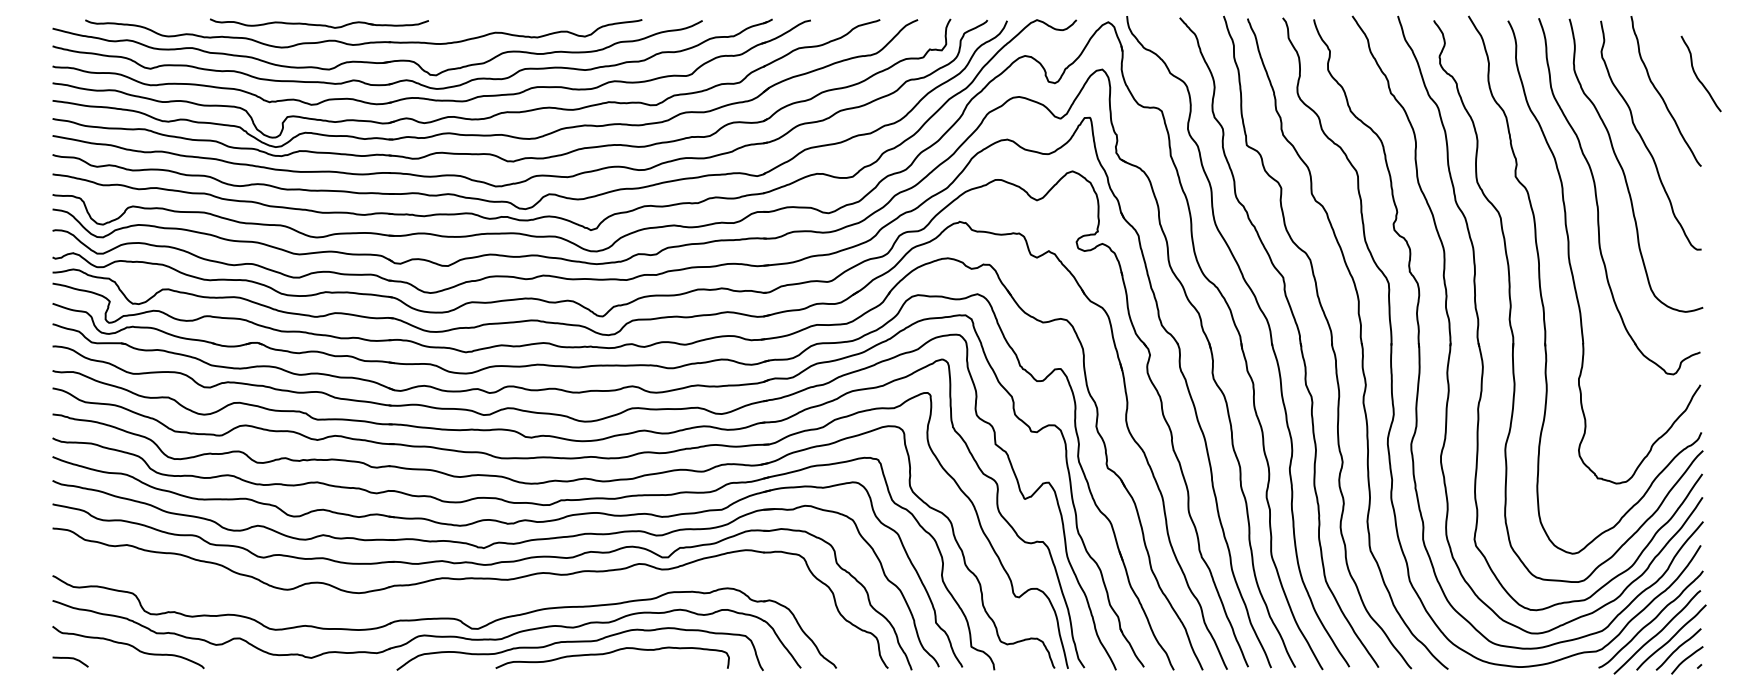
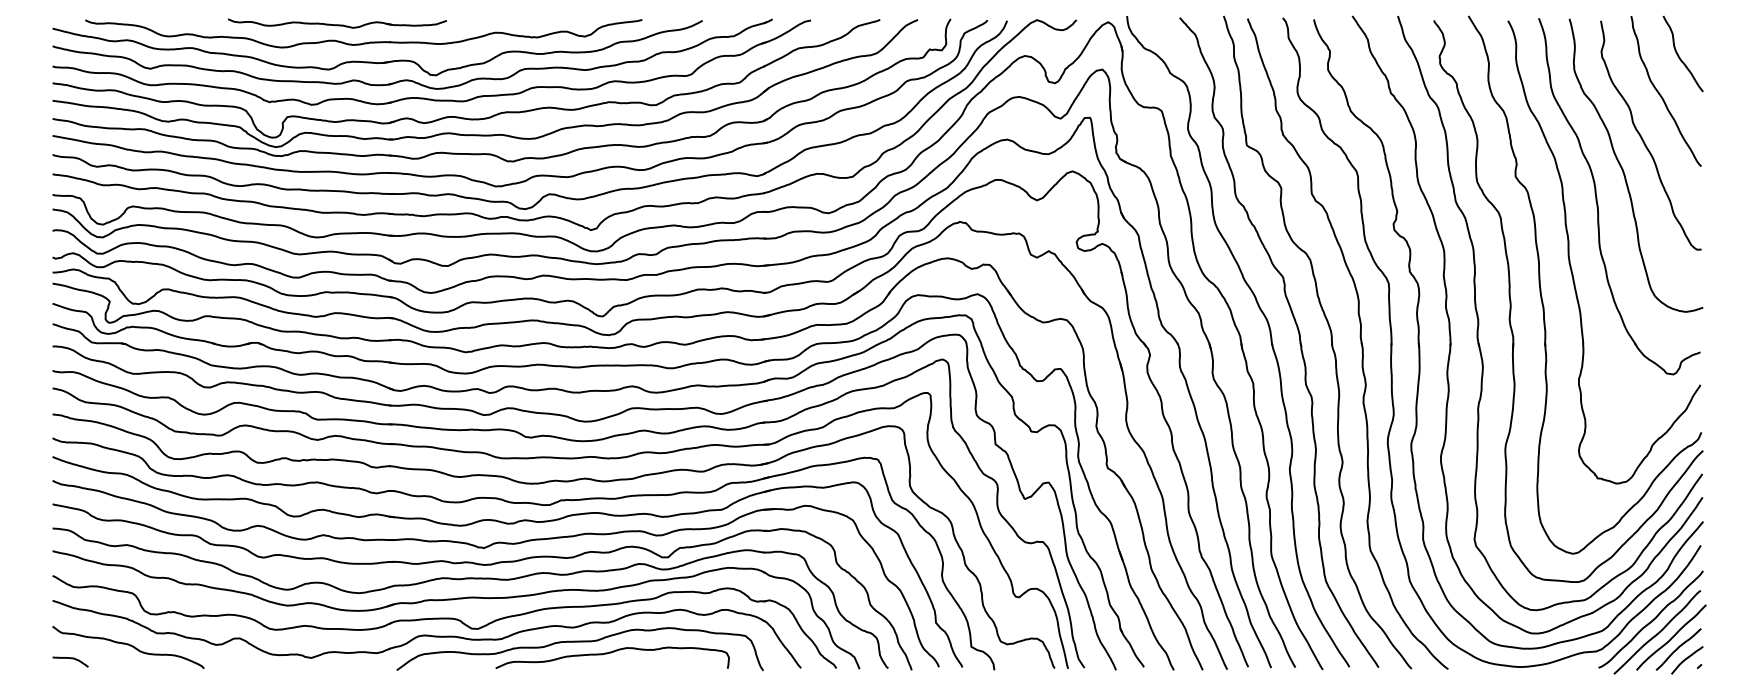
part at (319, 23) position: (319, 23) -> (337, 23)
curve at (1697, 75) position: (1697, 75) -> (1679, 55)
part at (453, 600): none -> present
